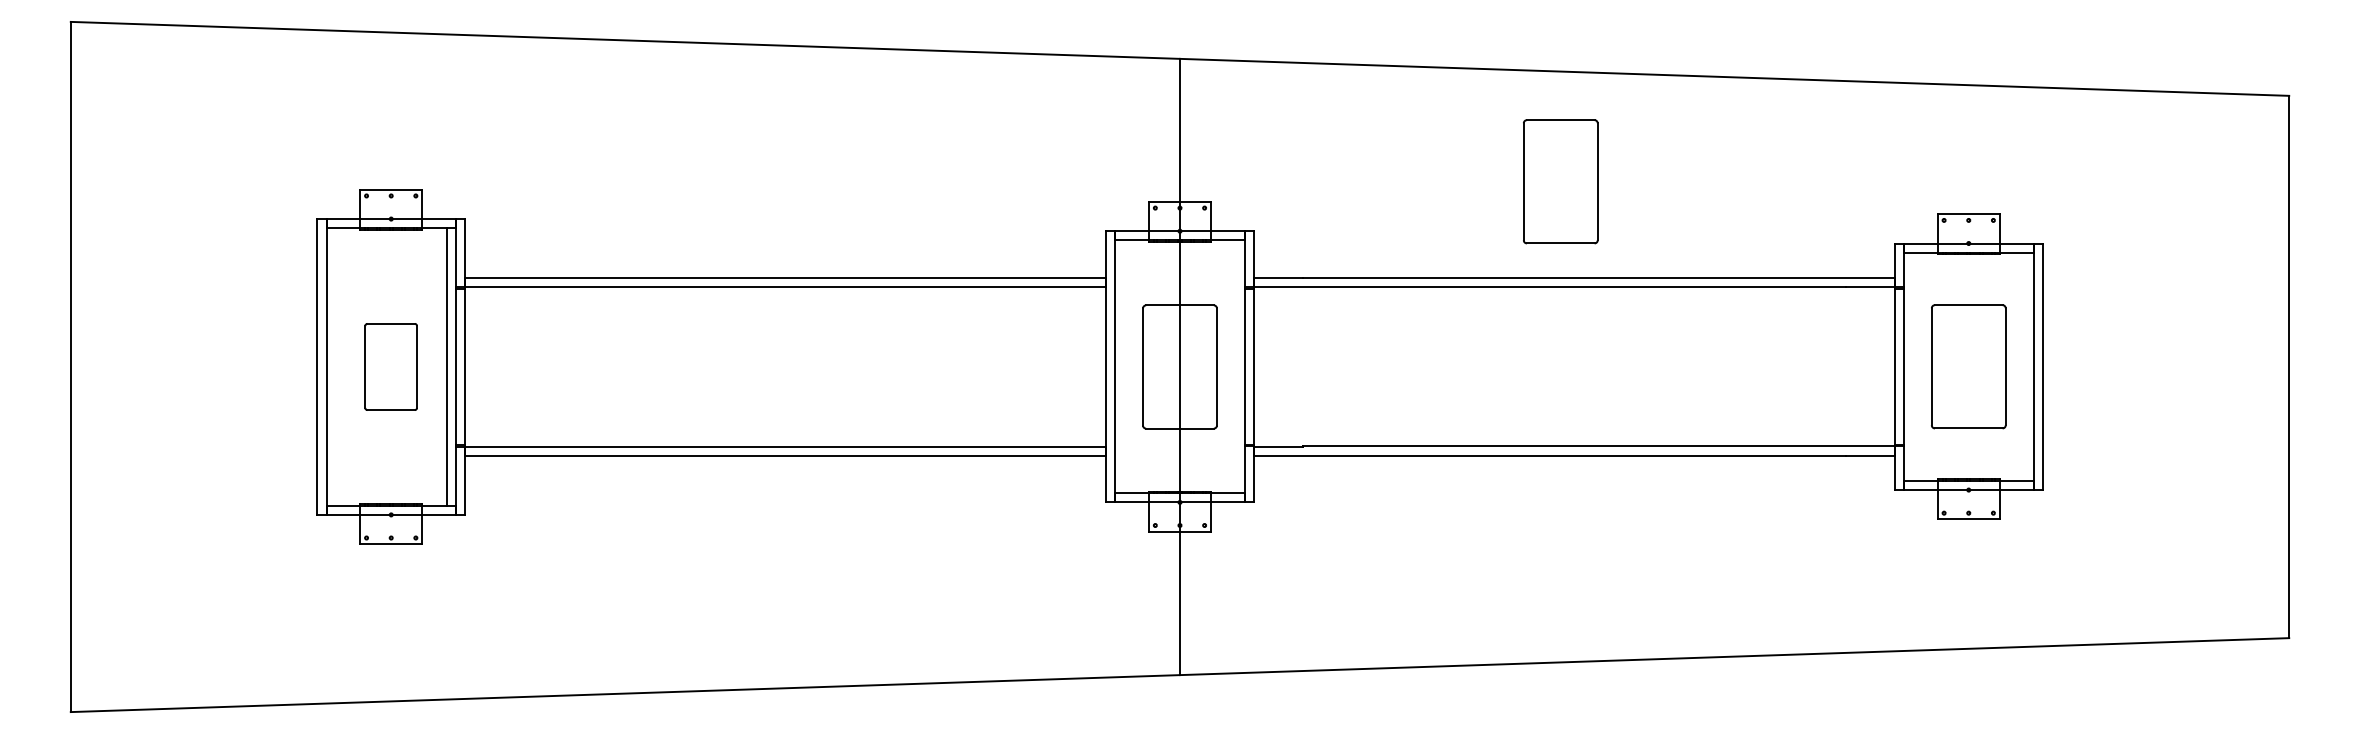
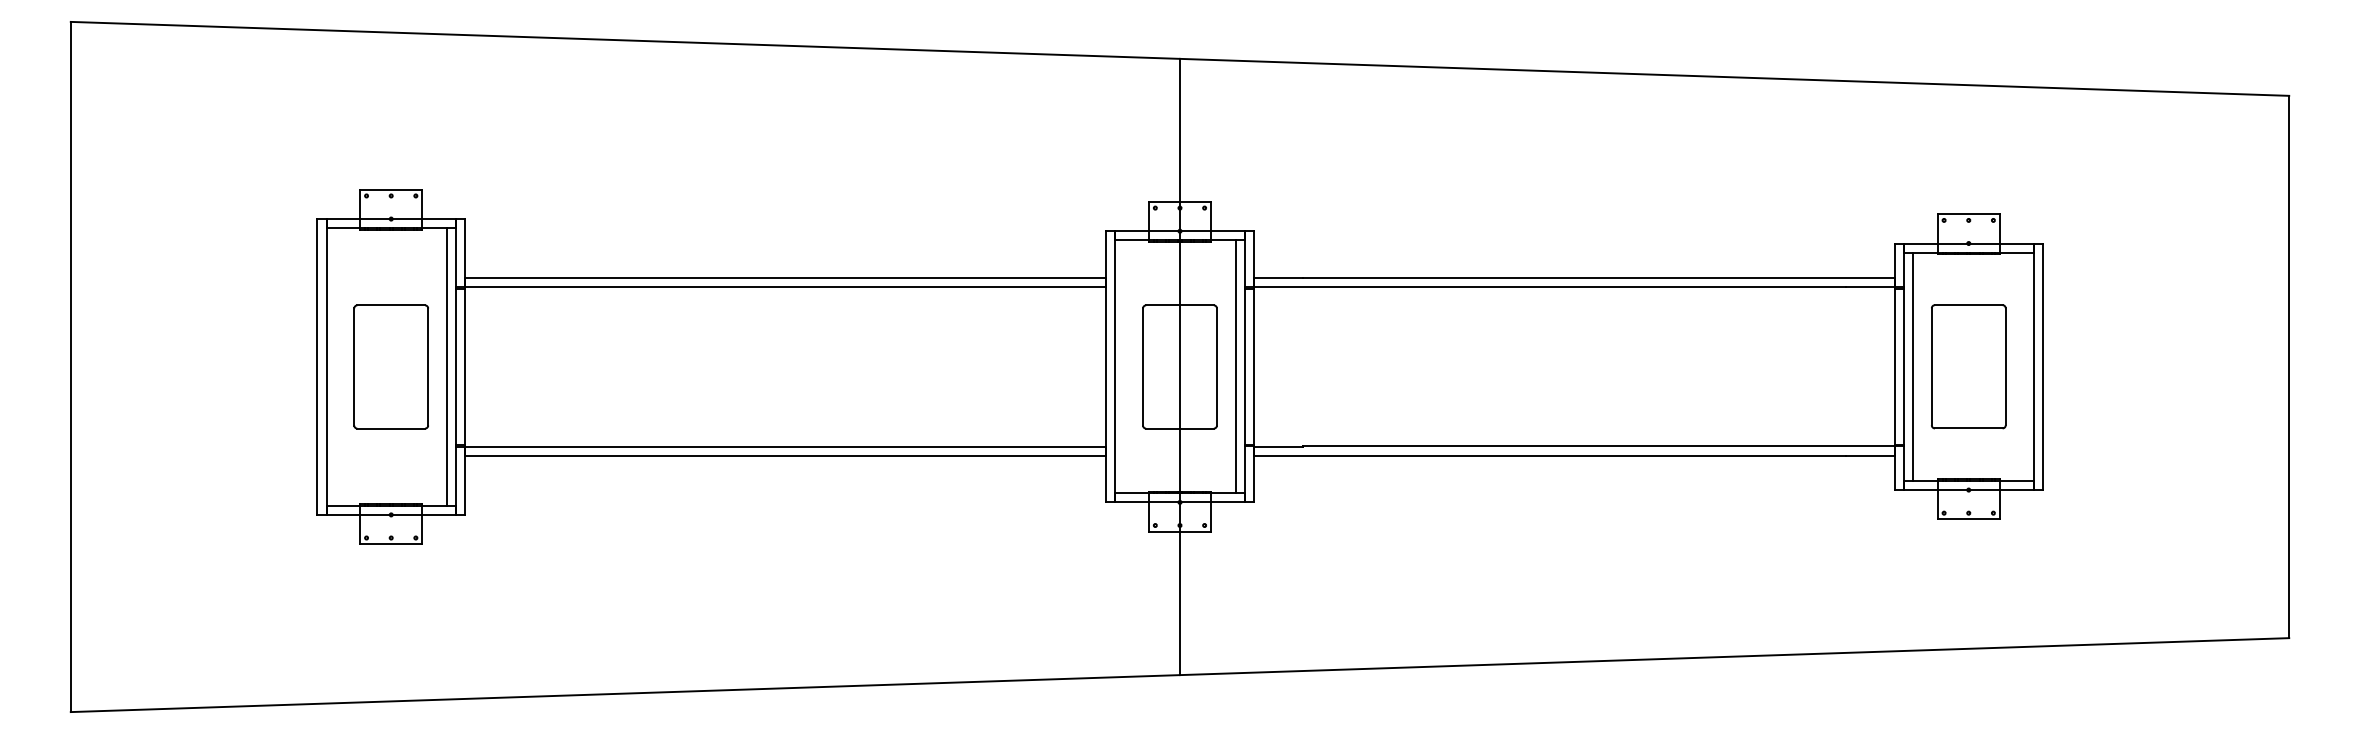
part at (1560, 181): present -> none
part at (390, 366) size: 54x88 px -> 76x126 px
line at (1235, 366): none -> present
line at (1913, 366): none -> present
